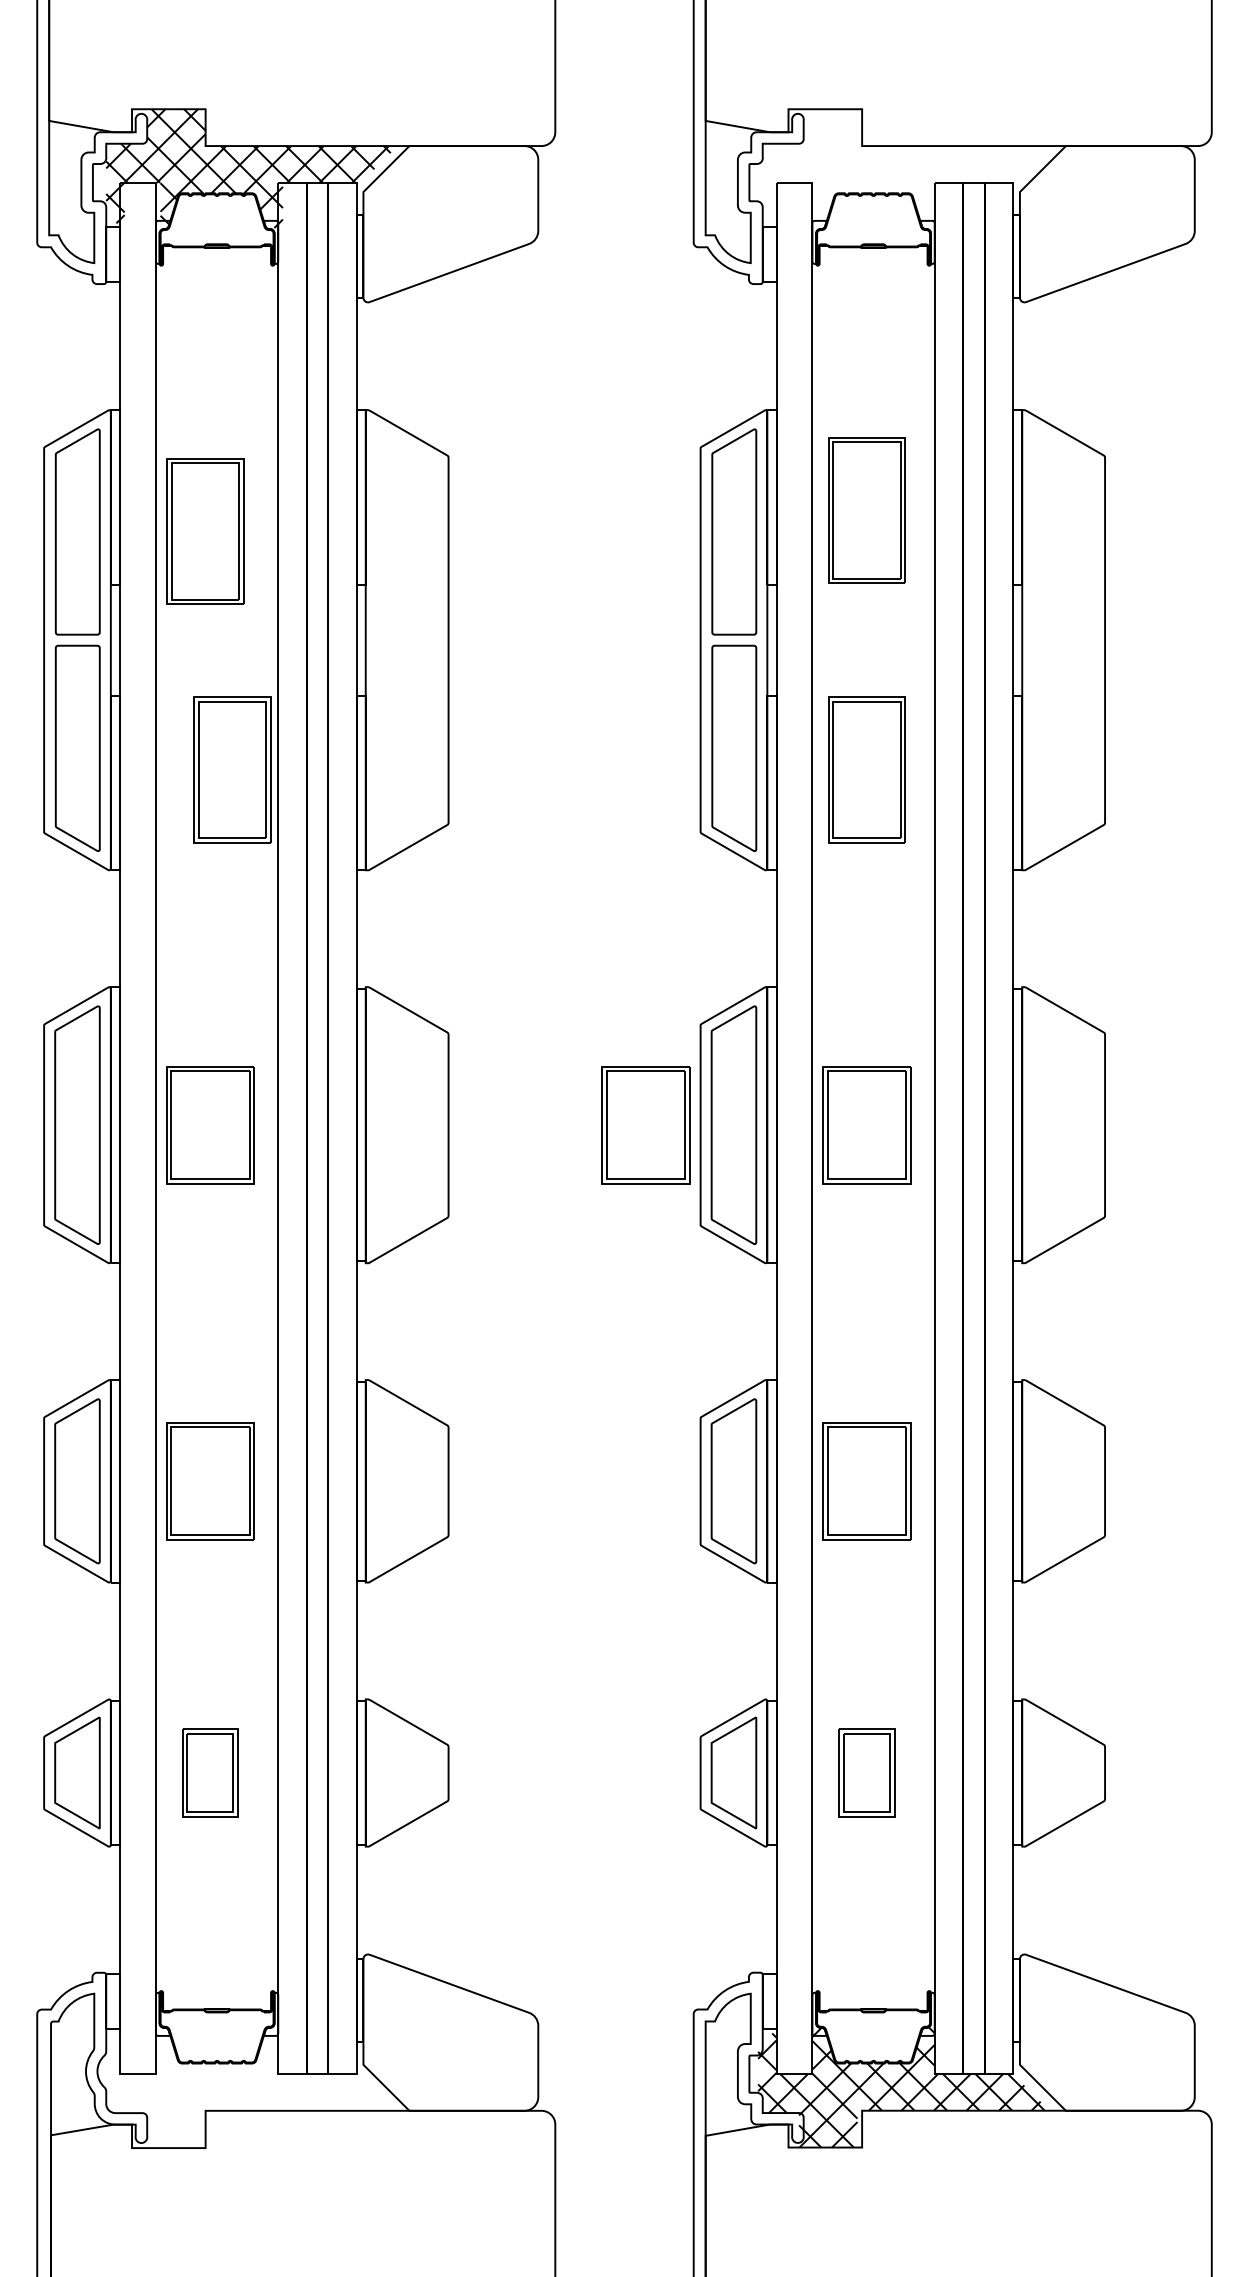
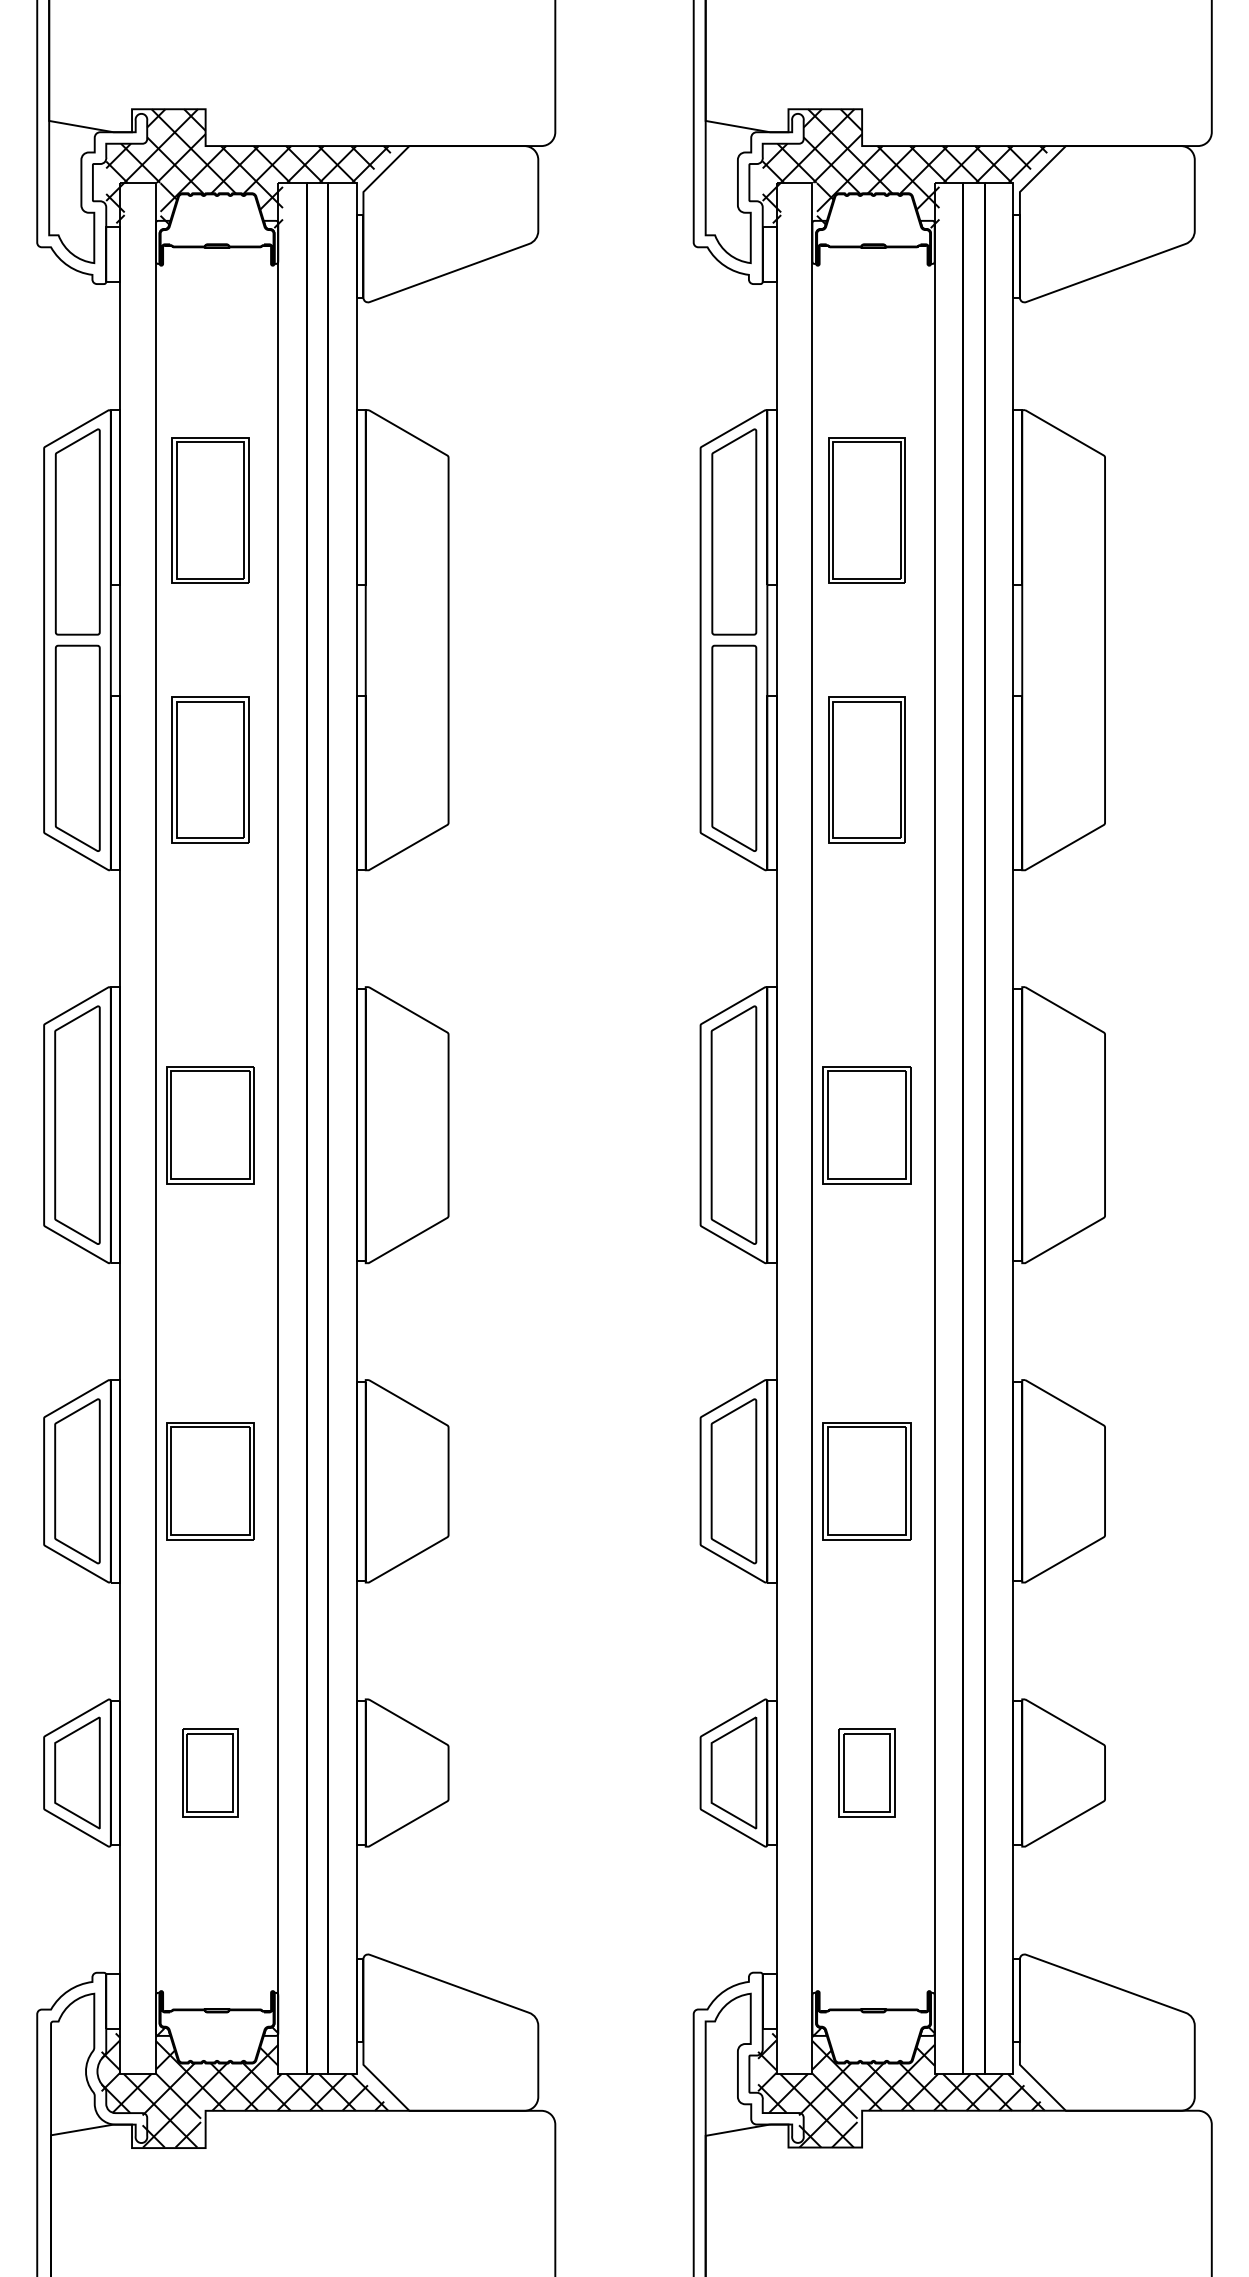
hatch at (904, 168): none -> present
part at (205, 531) position: (205, 531) -> (210, 510)
part at (232, 769) position: (232, 769) -> (210, 769)
part at (645, 1125): present -> none
hatch at (244, 2087): none -> present
